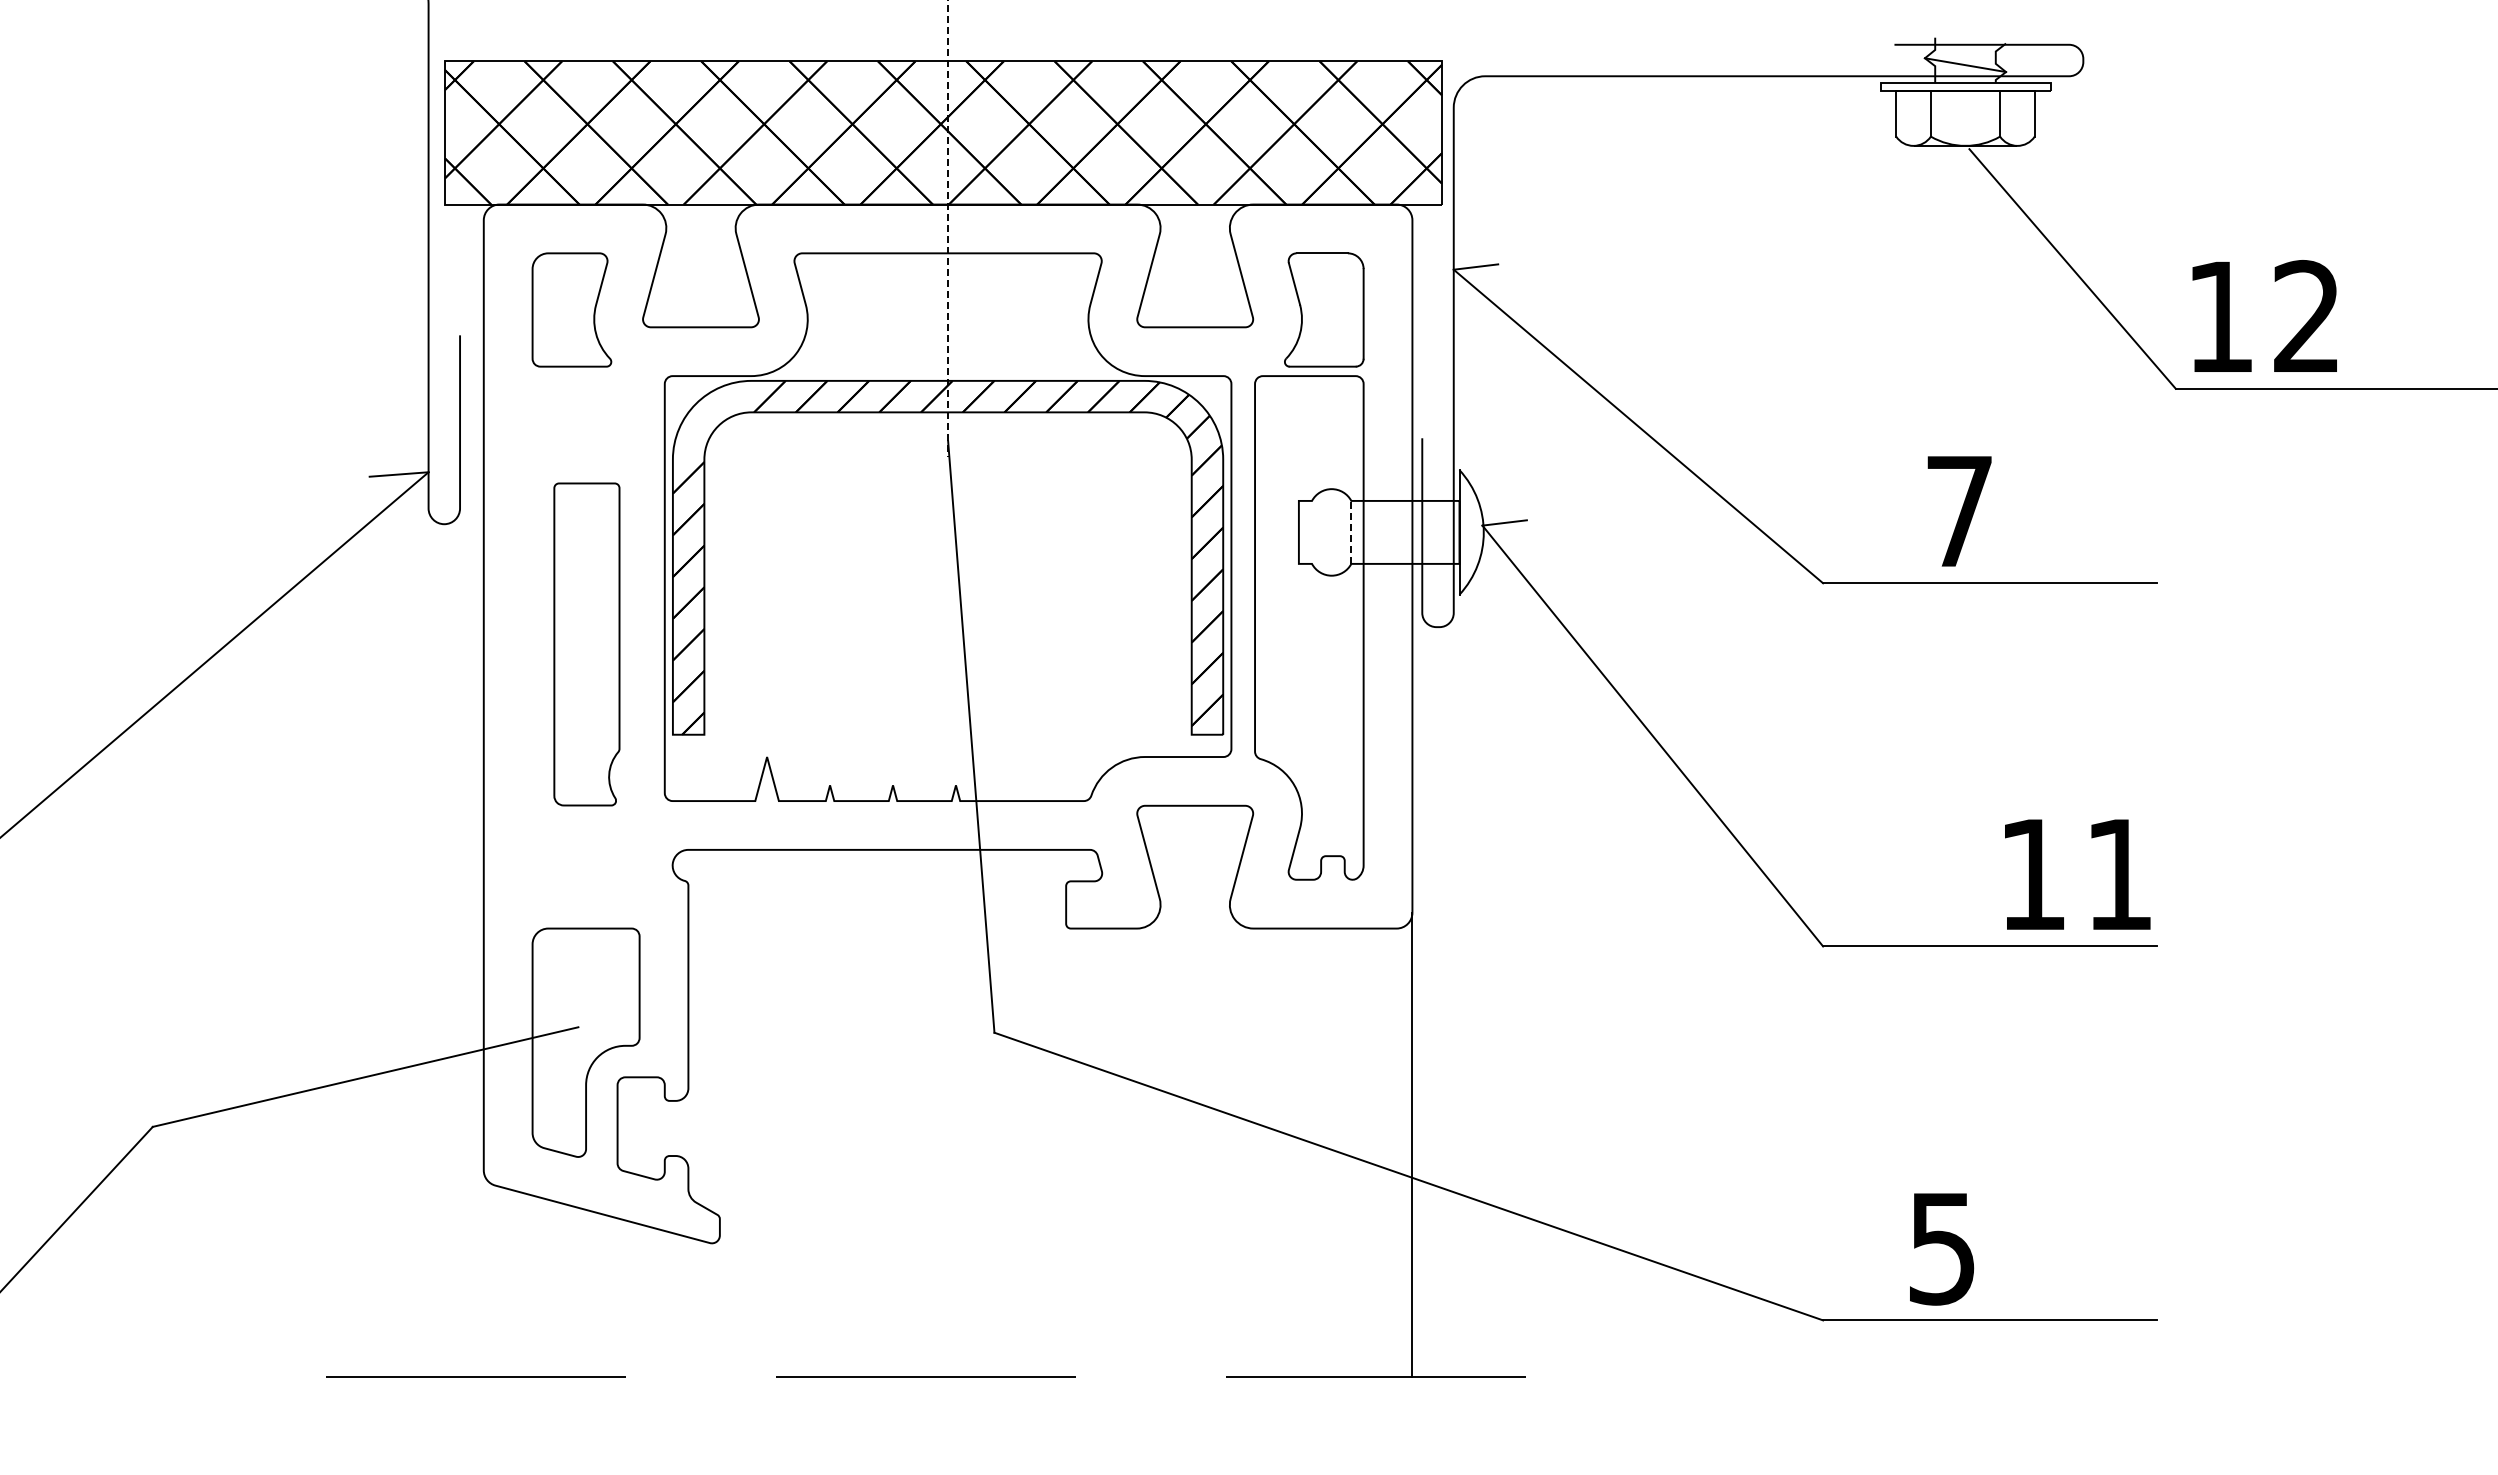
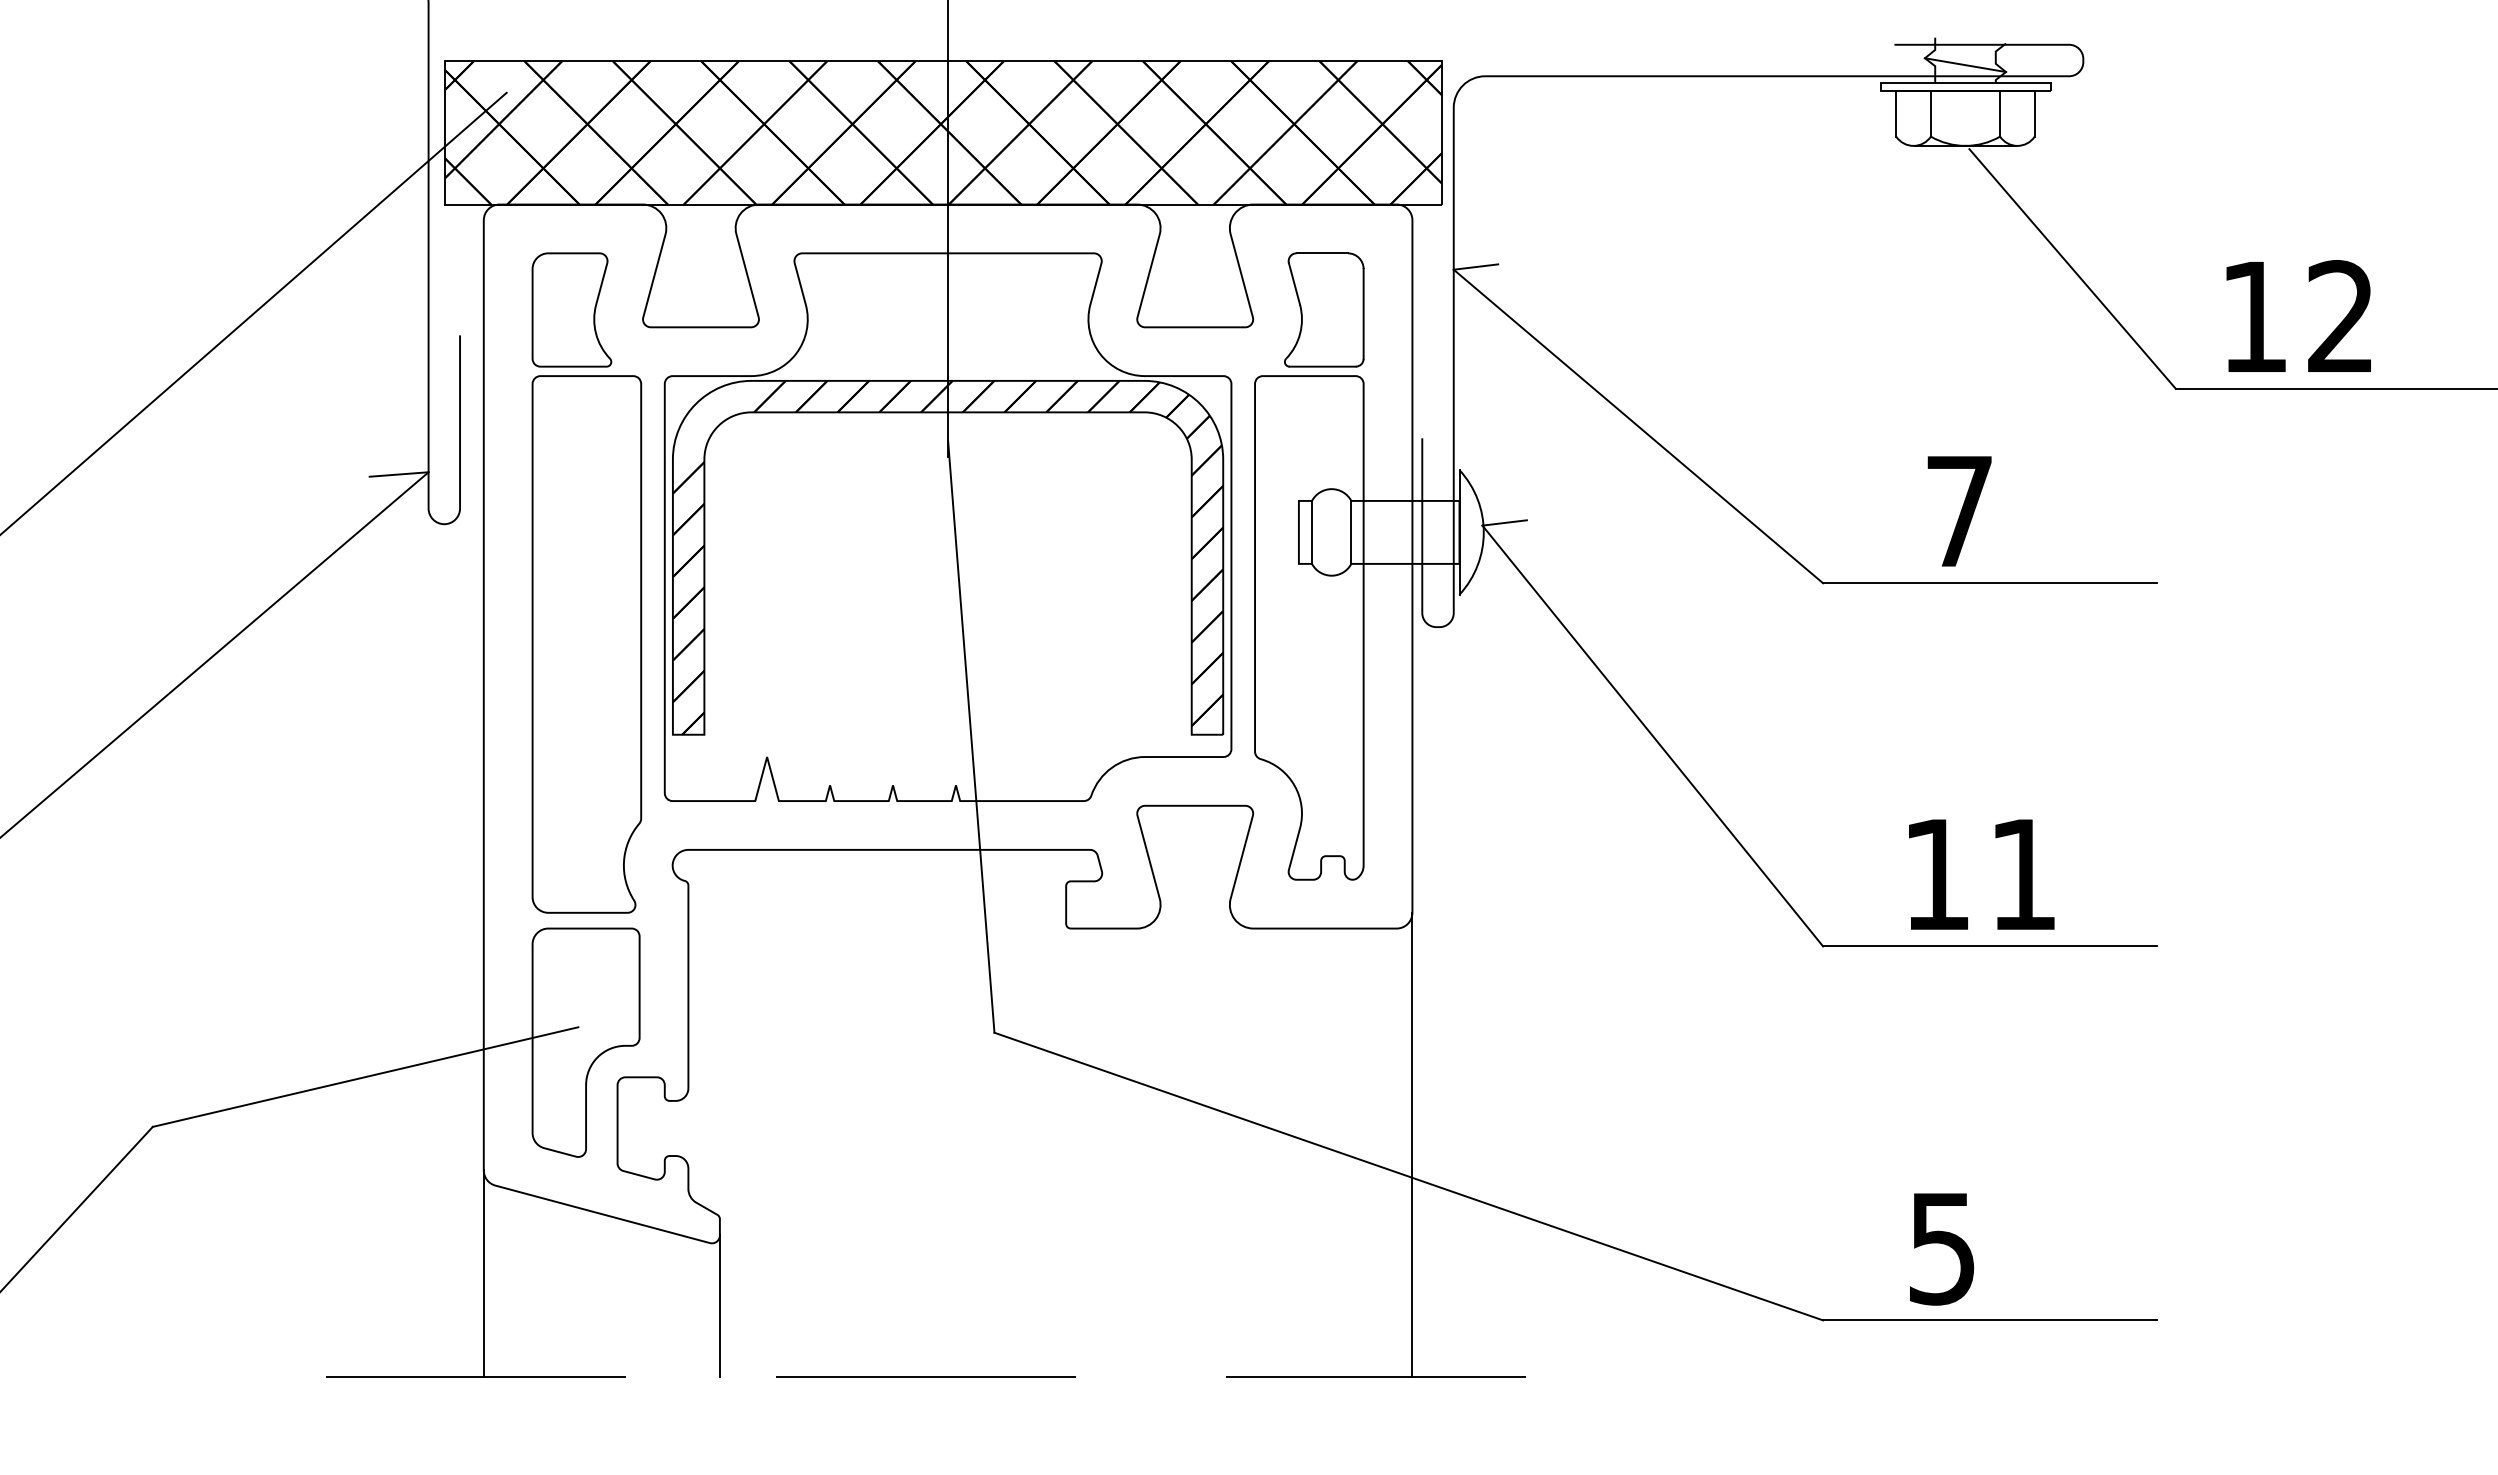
line at (948, 229): dashed -> solid
line at (254, 312): none -> present
text at (2264, 315) position: (2264, 315) -> (2298, 315)
line at (1312, 531): none -> present
line at (1351, 531): dashed -> solid
part at (586, 644) size: 68x325 px -> 112x539 px
text at (2077, 874) position: (2077, 874) -> (1981, 874)
line at (483, 1273): none -> present
line at (719, 1306): none -> present
